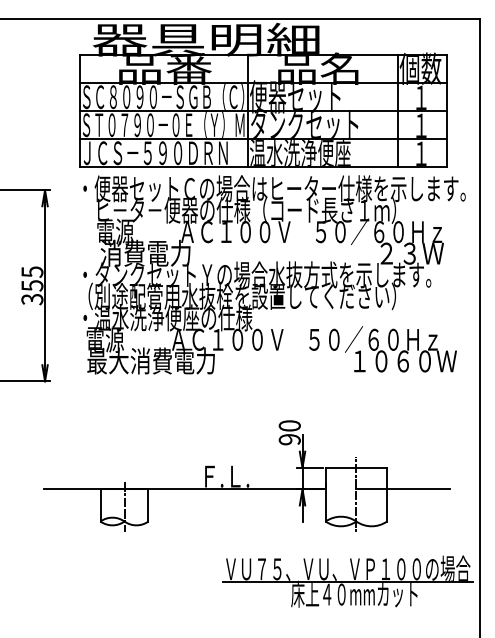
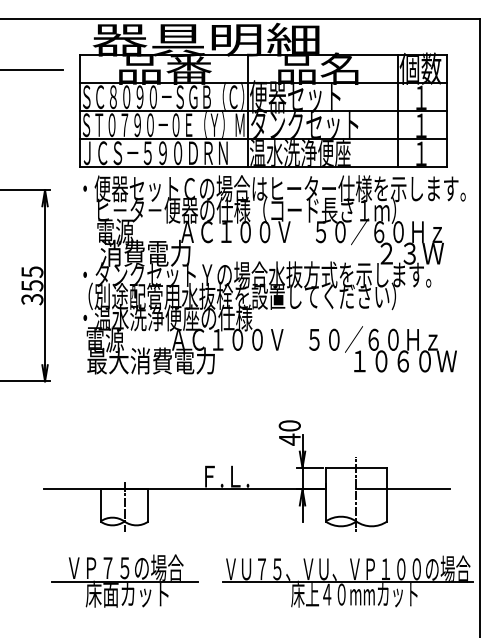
line at (32, 70): none -> present
text at (289, 439): 90 -> 40
part at (124, 580): none -> present
